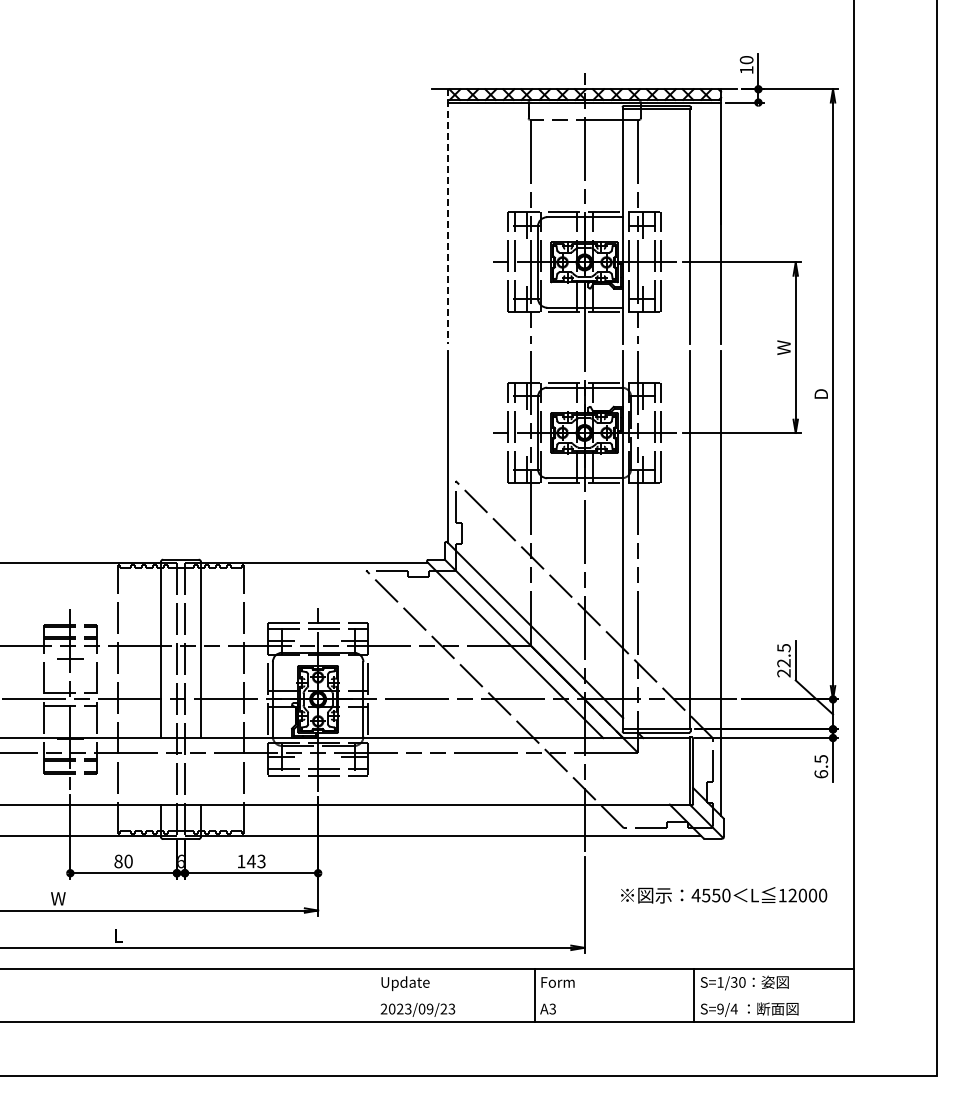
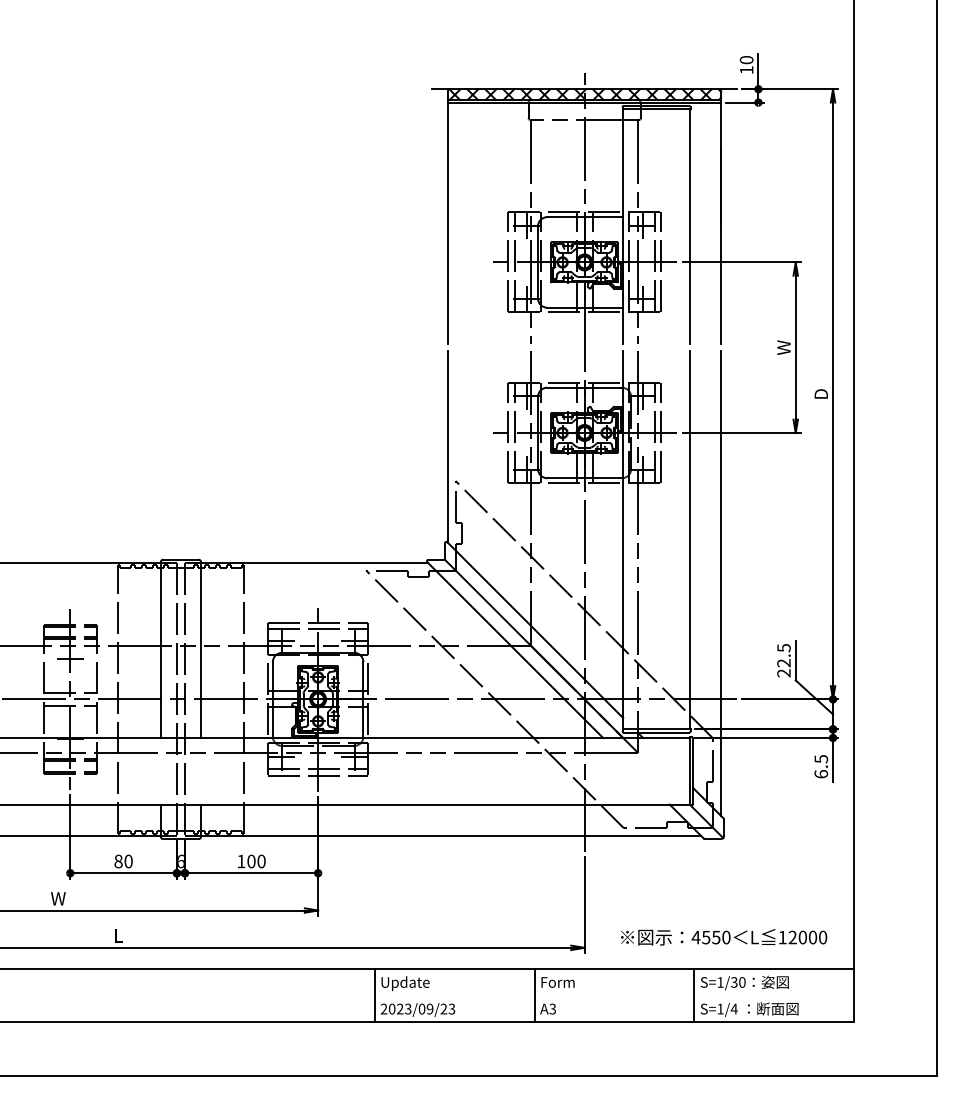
line at (448, 216): dashed -> solid
text at (256, 861): 143 -> 100
text at (724, 895) position: (724, 895) -> (724, 937)
line at (374, 995): none -> present
text at (720, 1008): S=9/4 -> S=1/4
